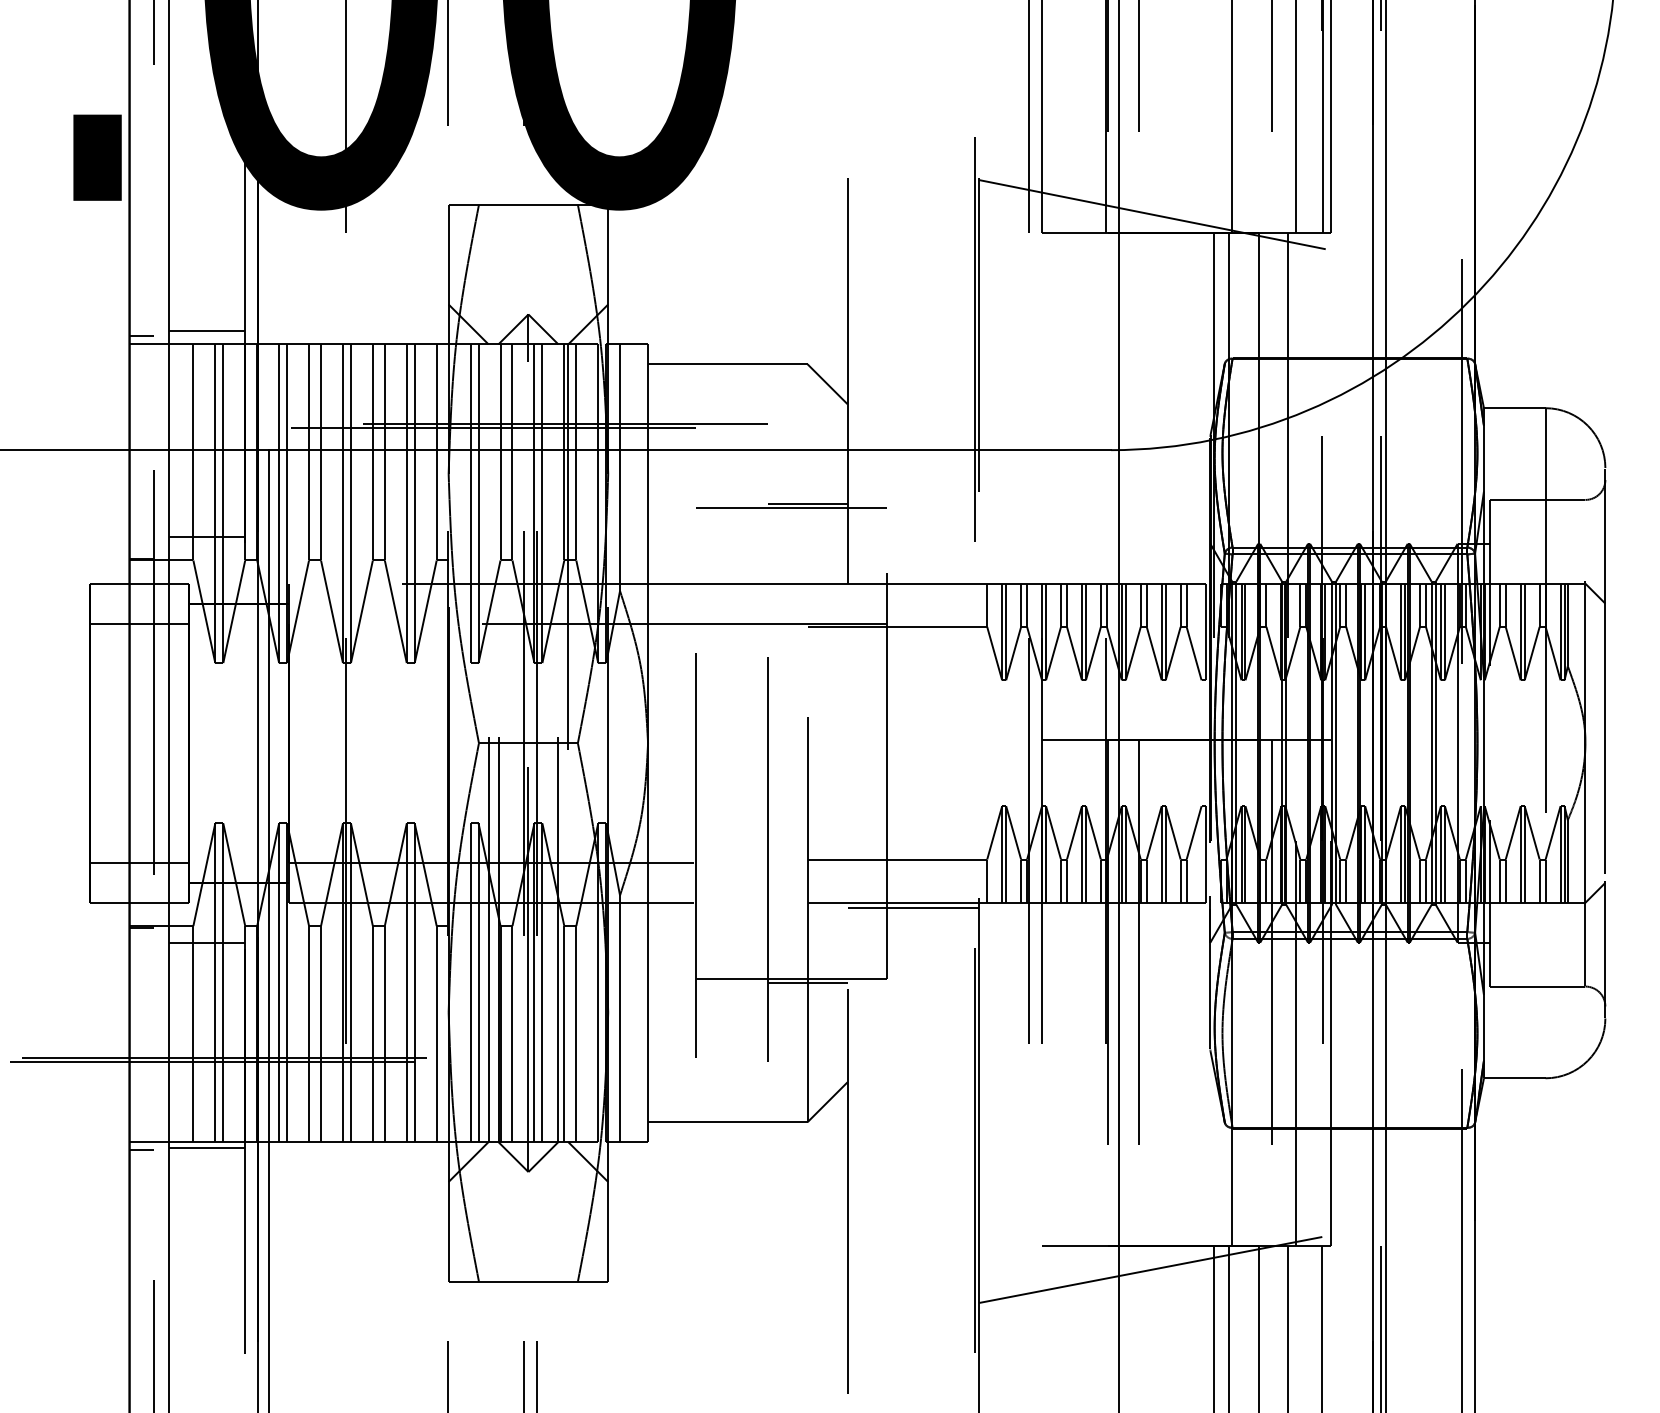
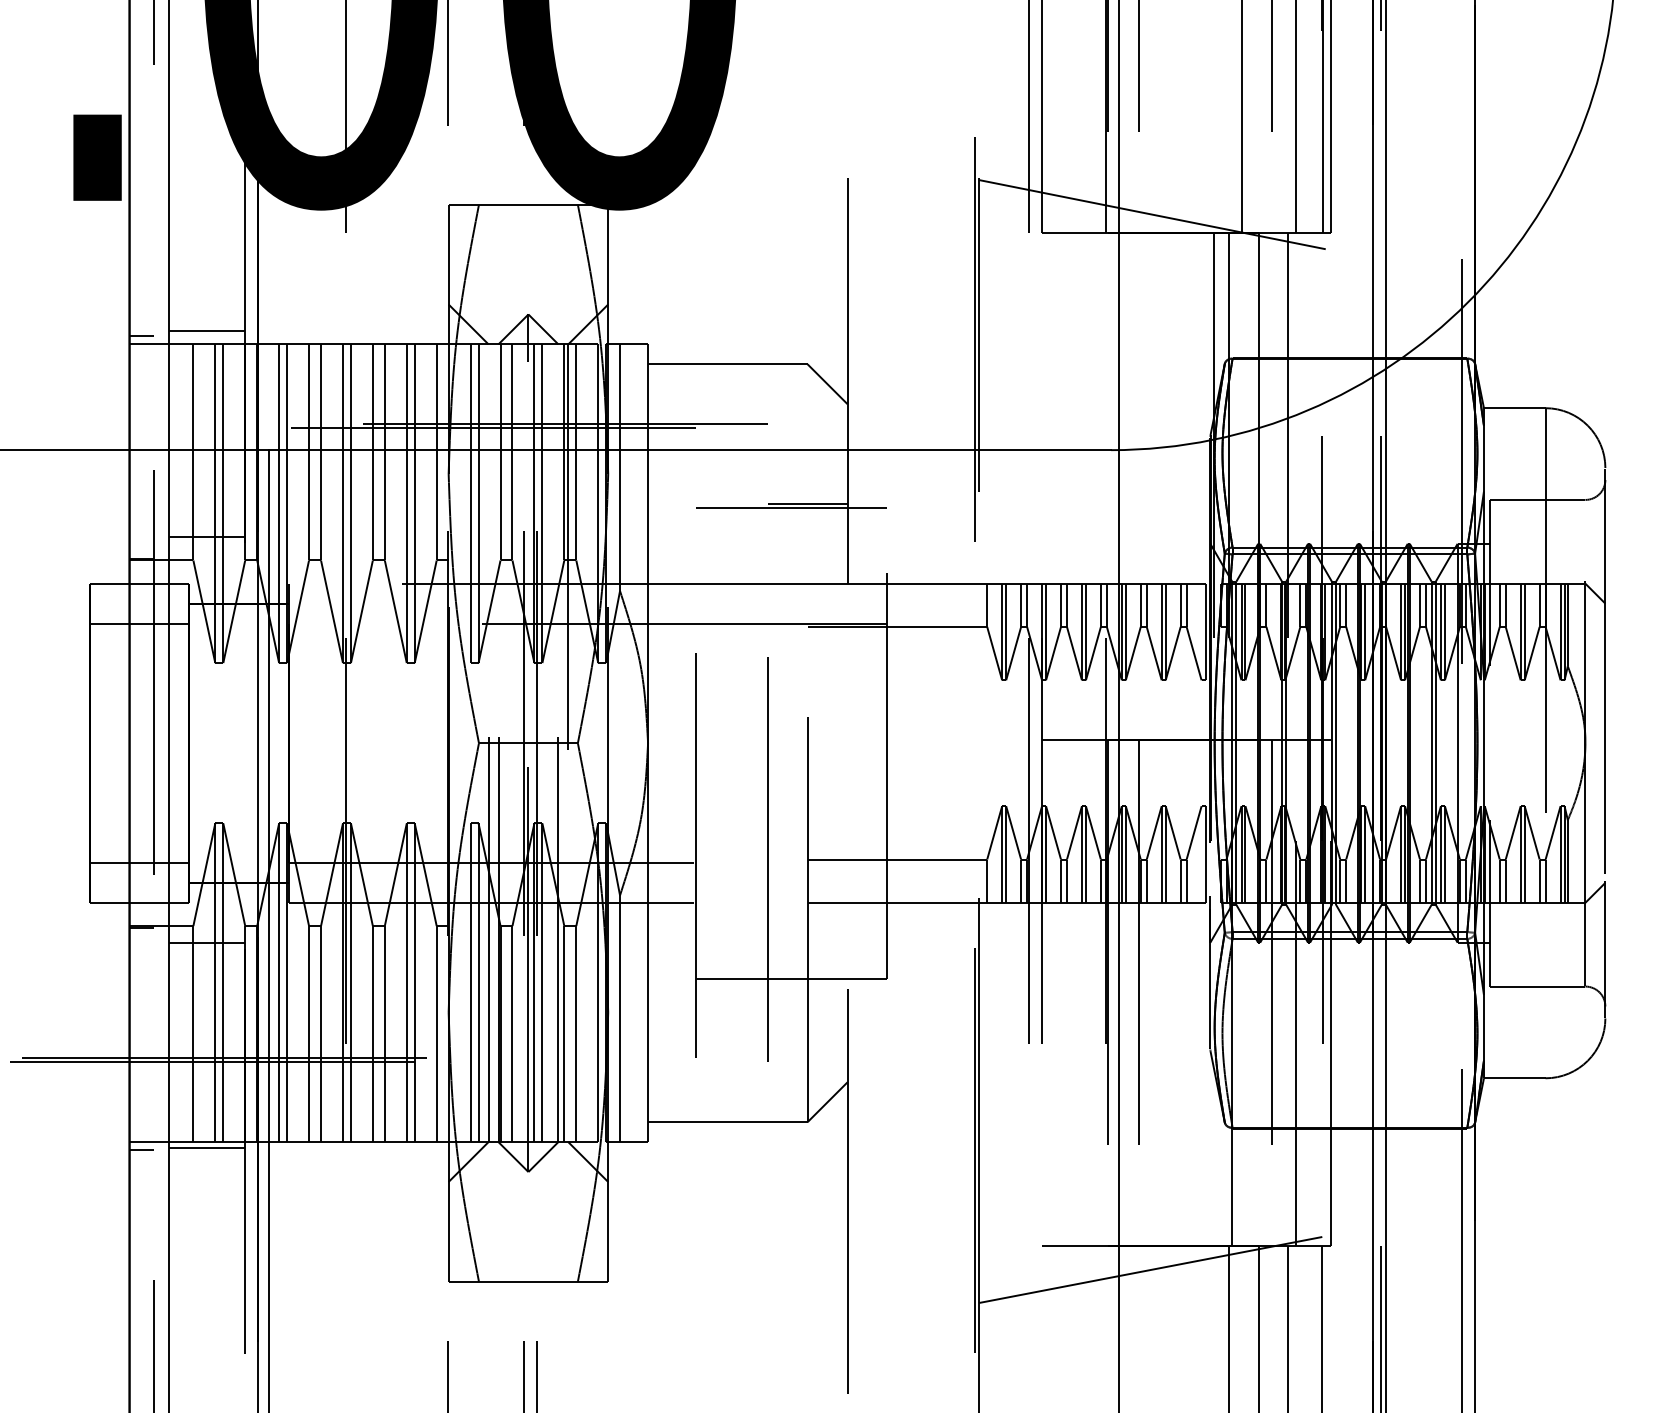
line at (1232, 117) position: (1232, 117) -> (1242, 117)
line at (913, 907): present -> none
line at (807, 982): present -> none
line at (1213, 1327): present -> none
